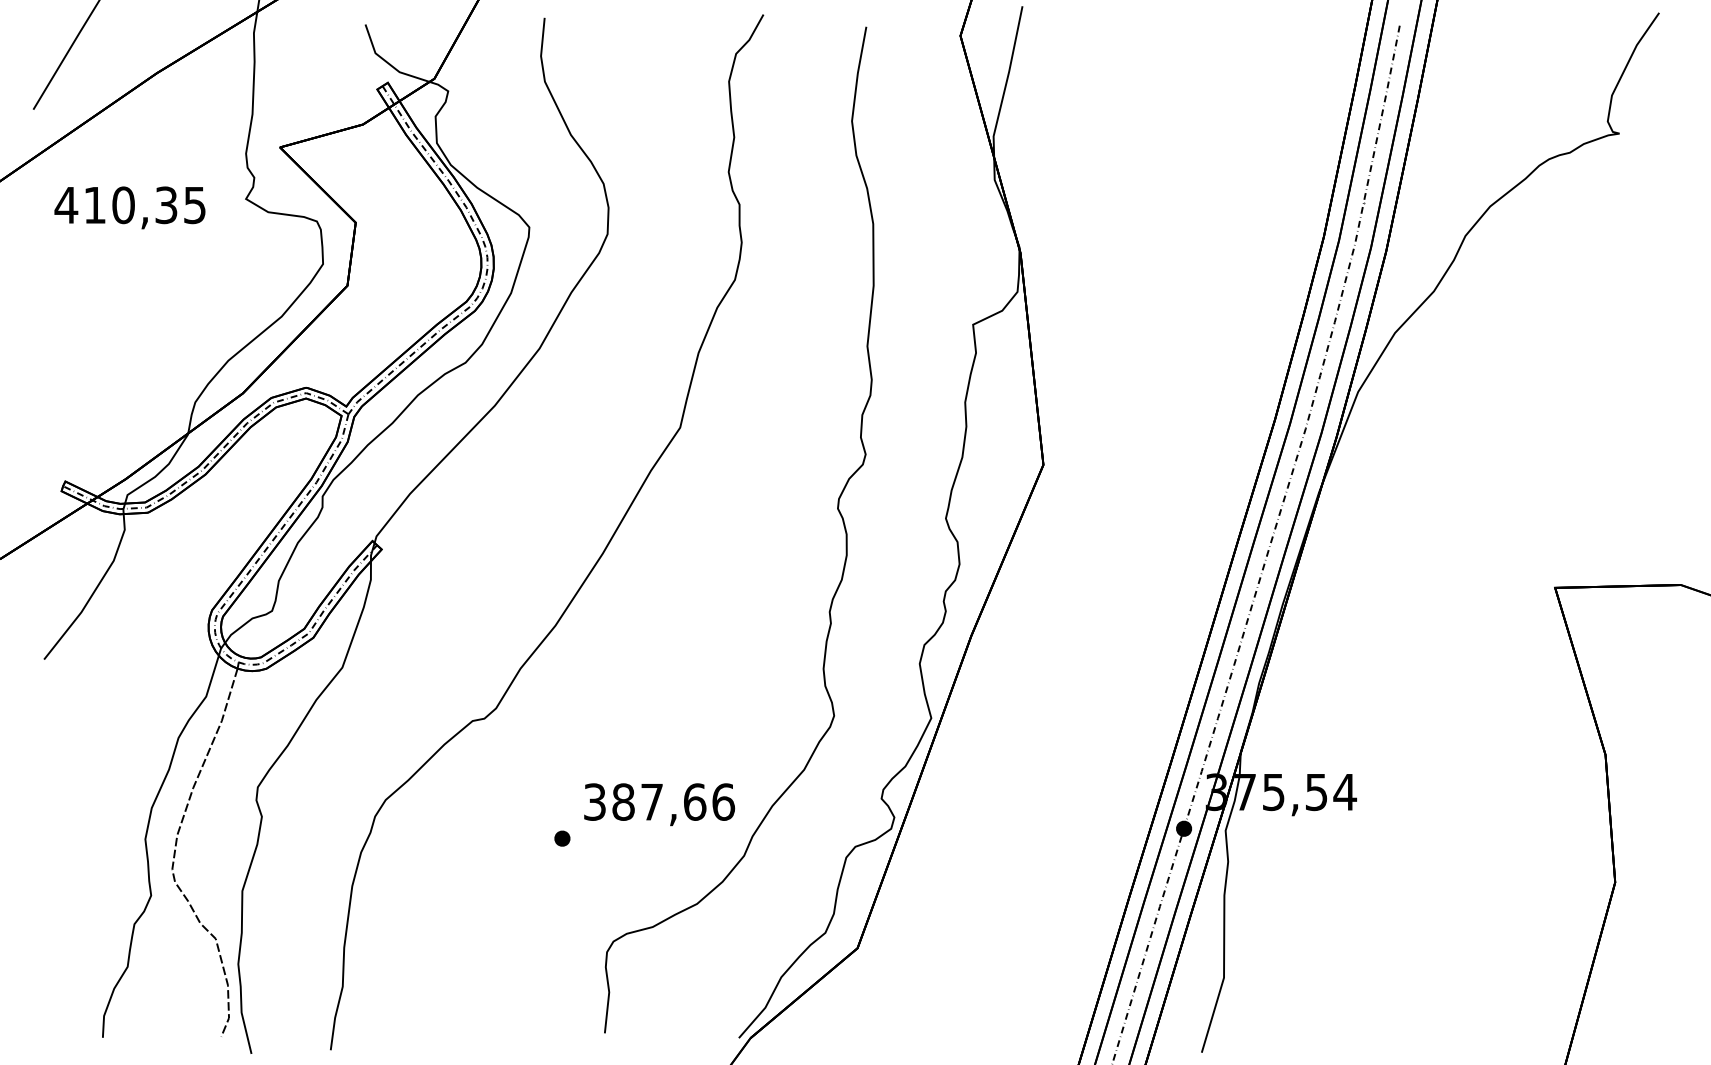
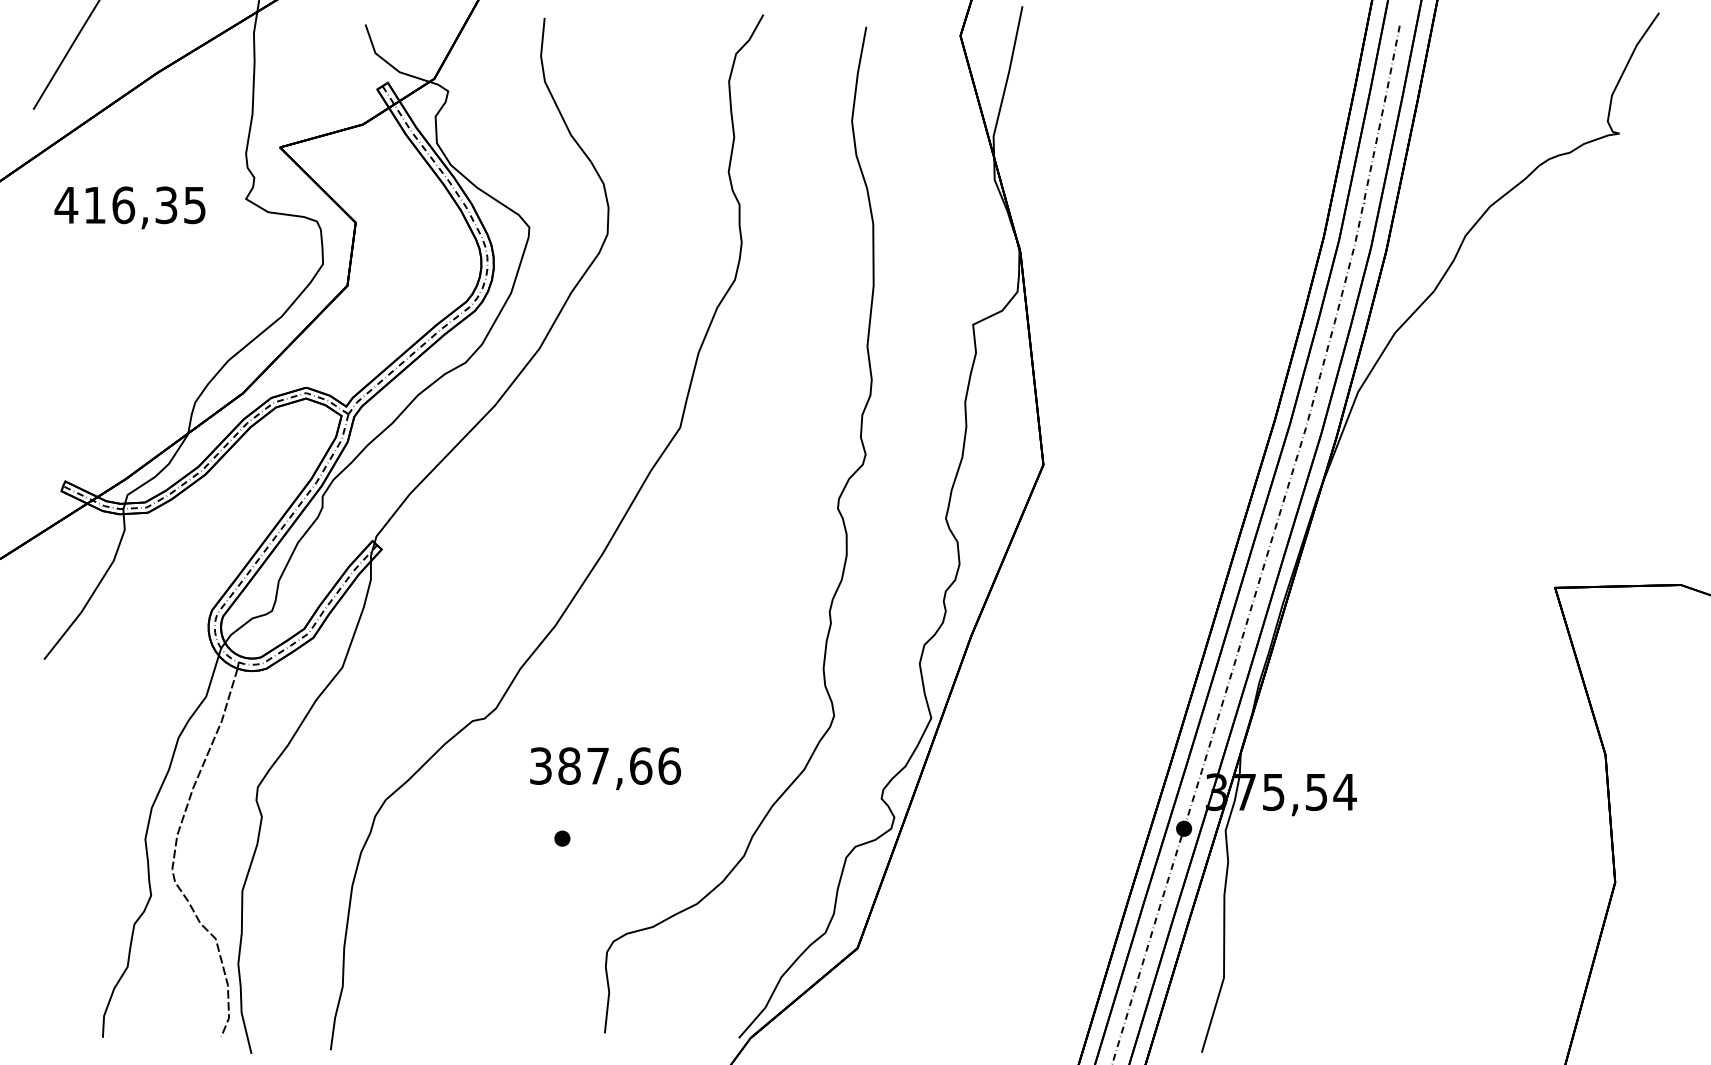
text at (123, 204): 410,35 -> 416,35
text at (659, 804) position: (659, 804) -> (605, 768)
